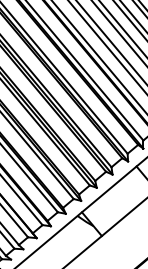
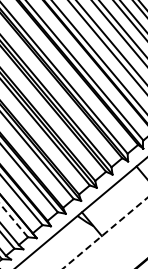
line at (13, 220): solid -> dashed
line at (105, 233): solid -> dashed
